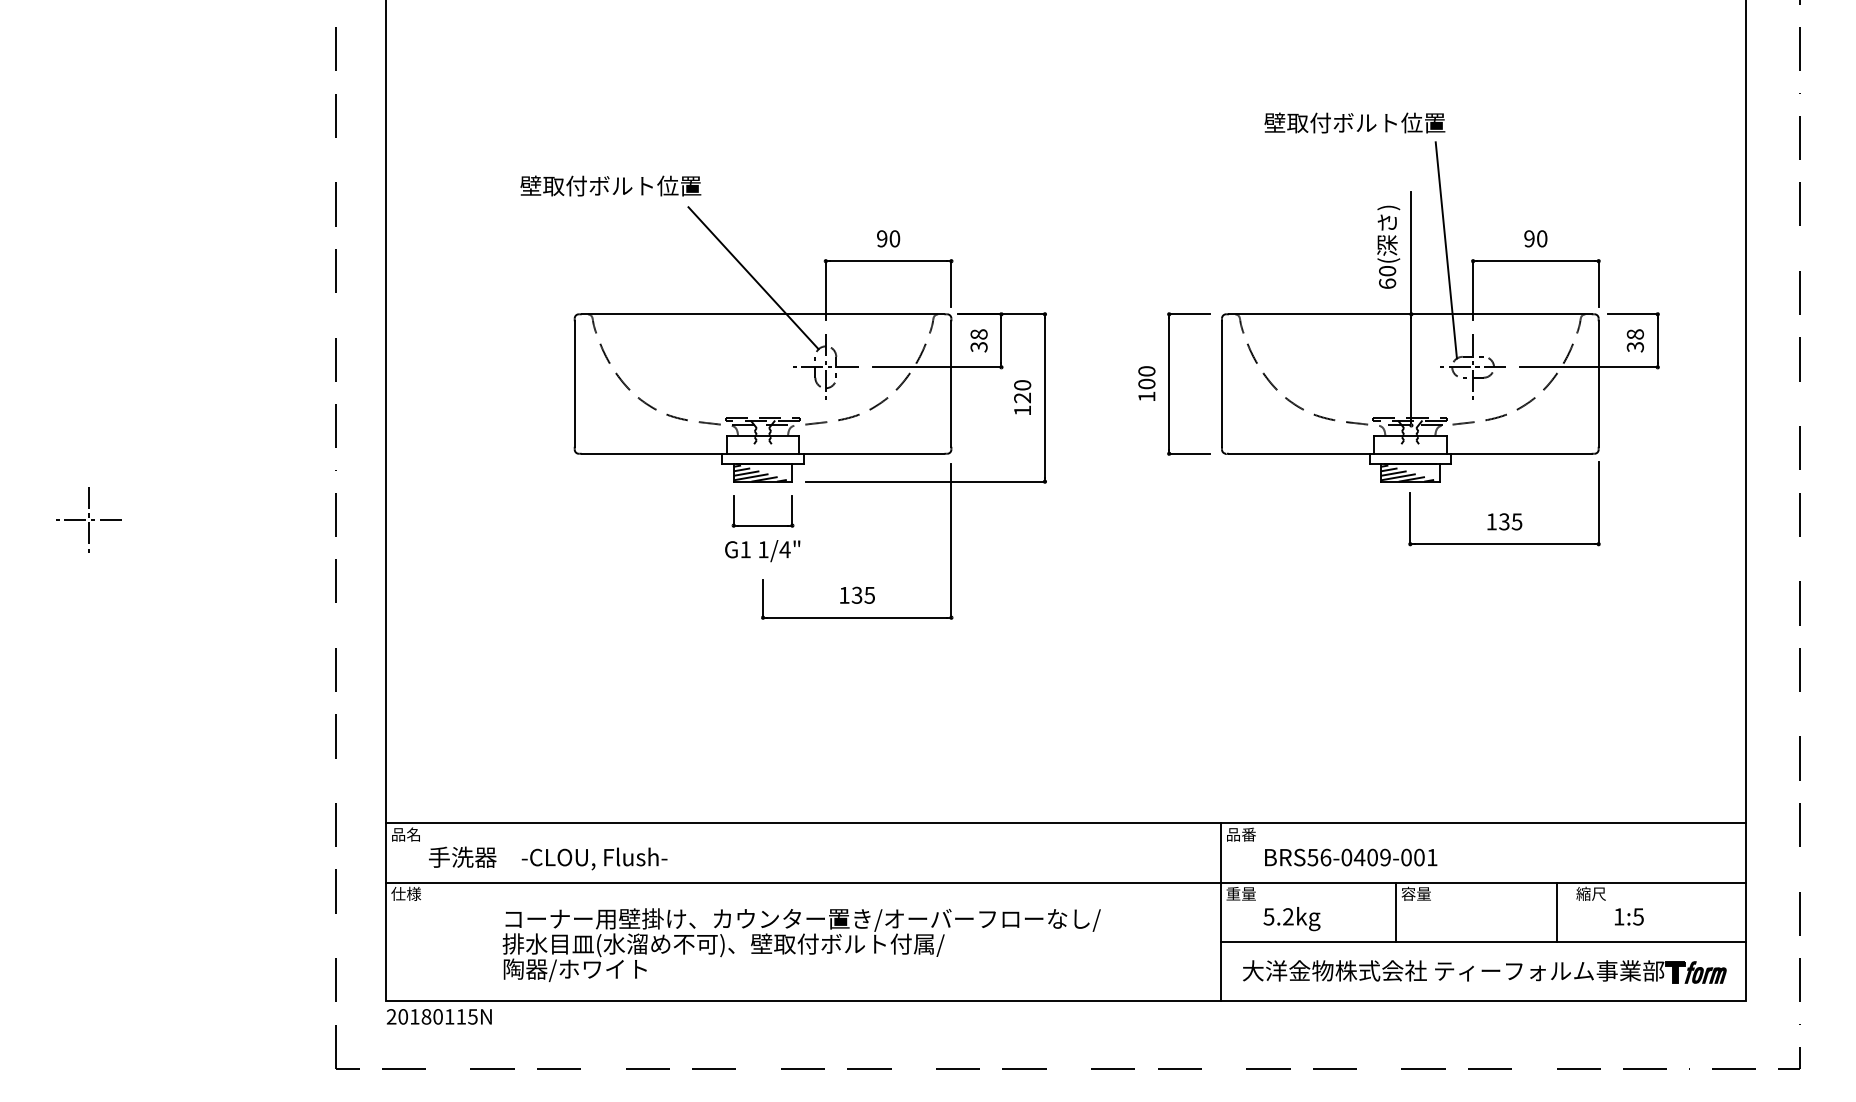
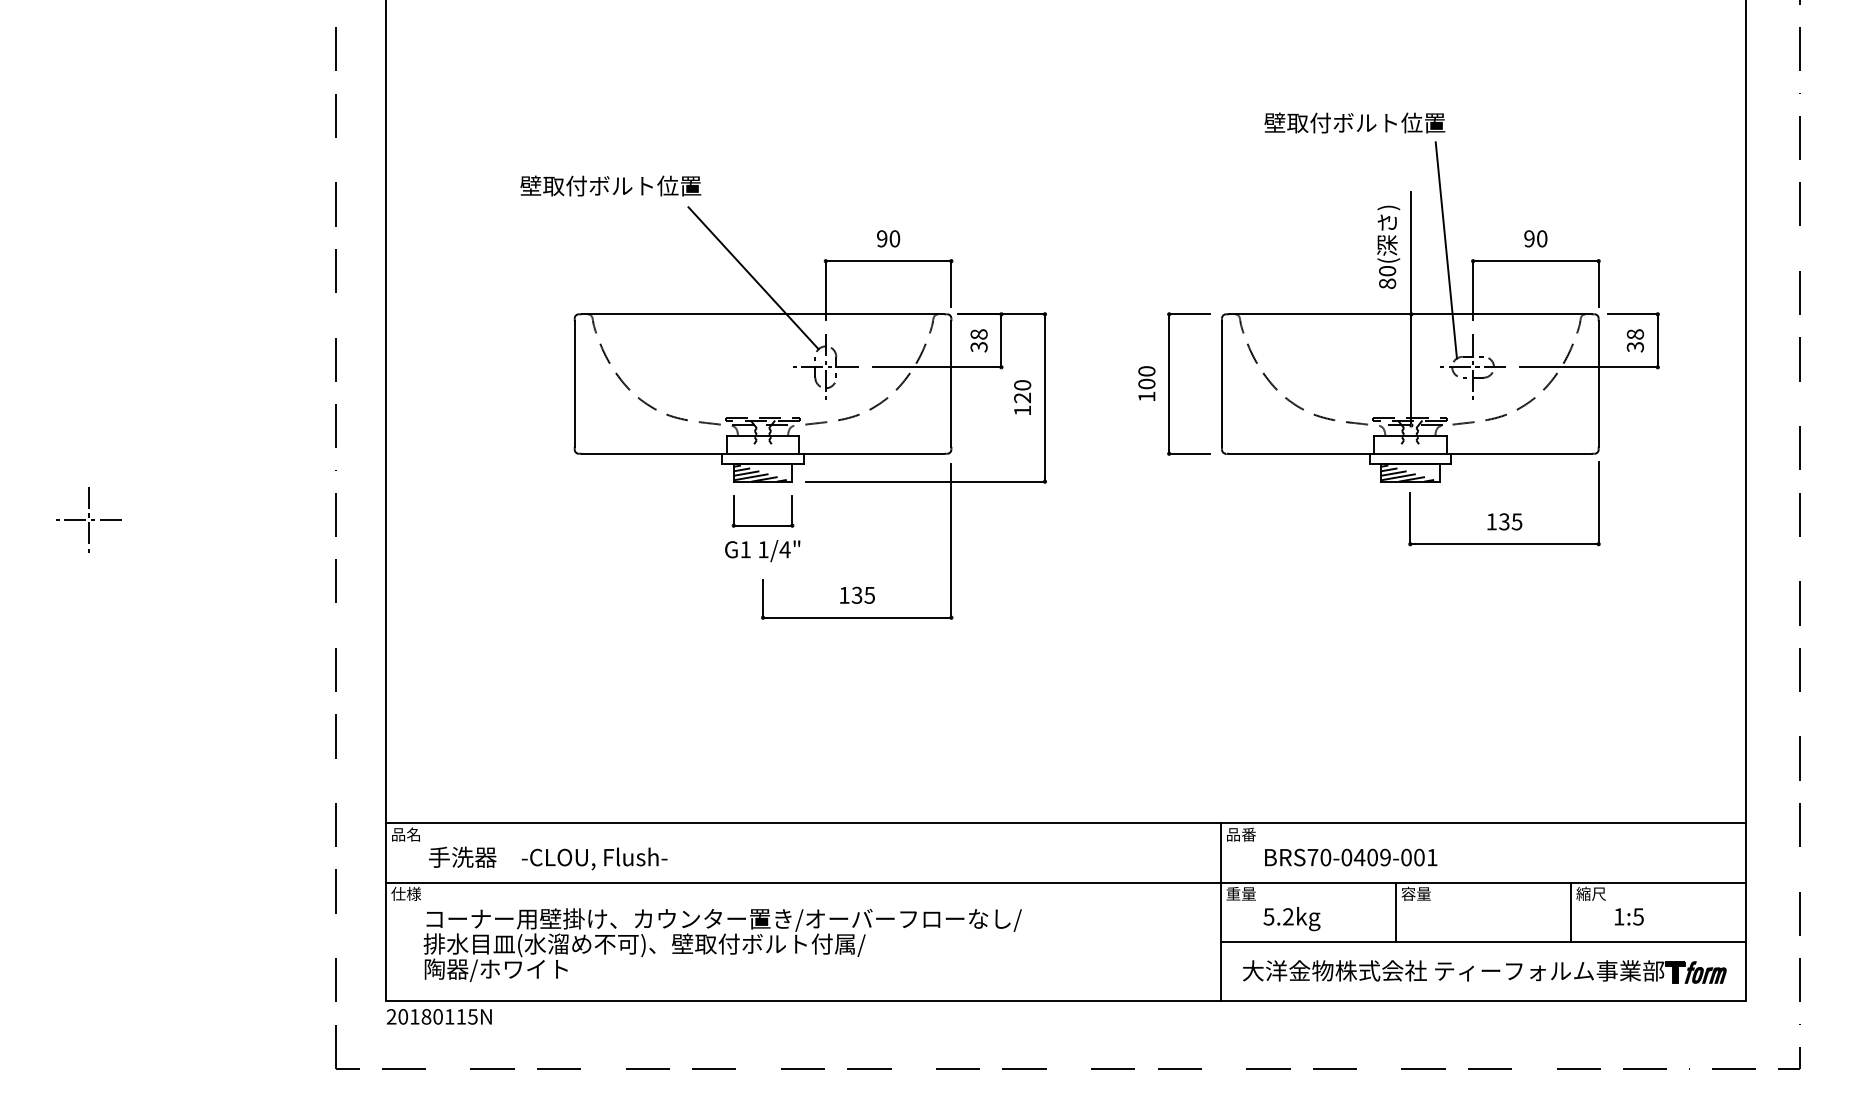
text at (1387, 283): 60( -> 80(
text at (1319, 857): BRS56-0409-001 -> BRS70-0409-001
line at (1556, 911) position: (1556, 911) -> (1570, 911)
text at (801, 945) position: (801, 945) -> (722, 945)
